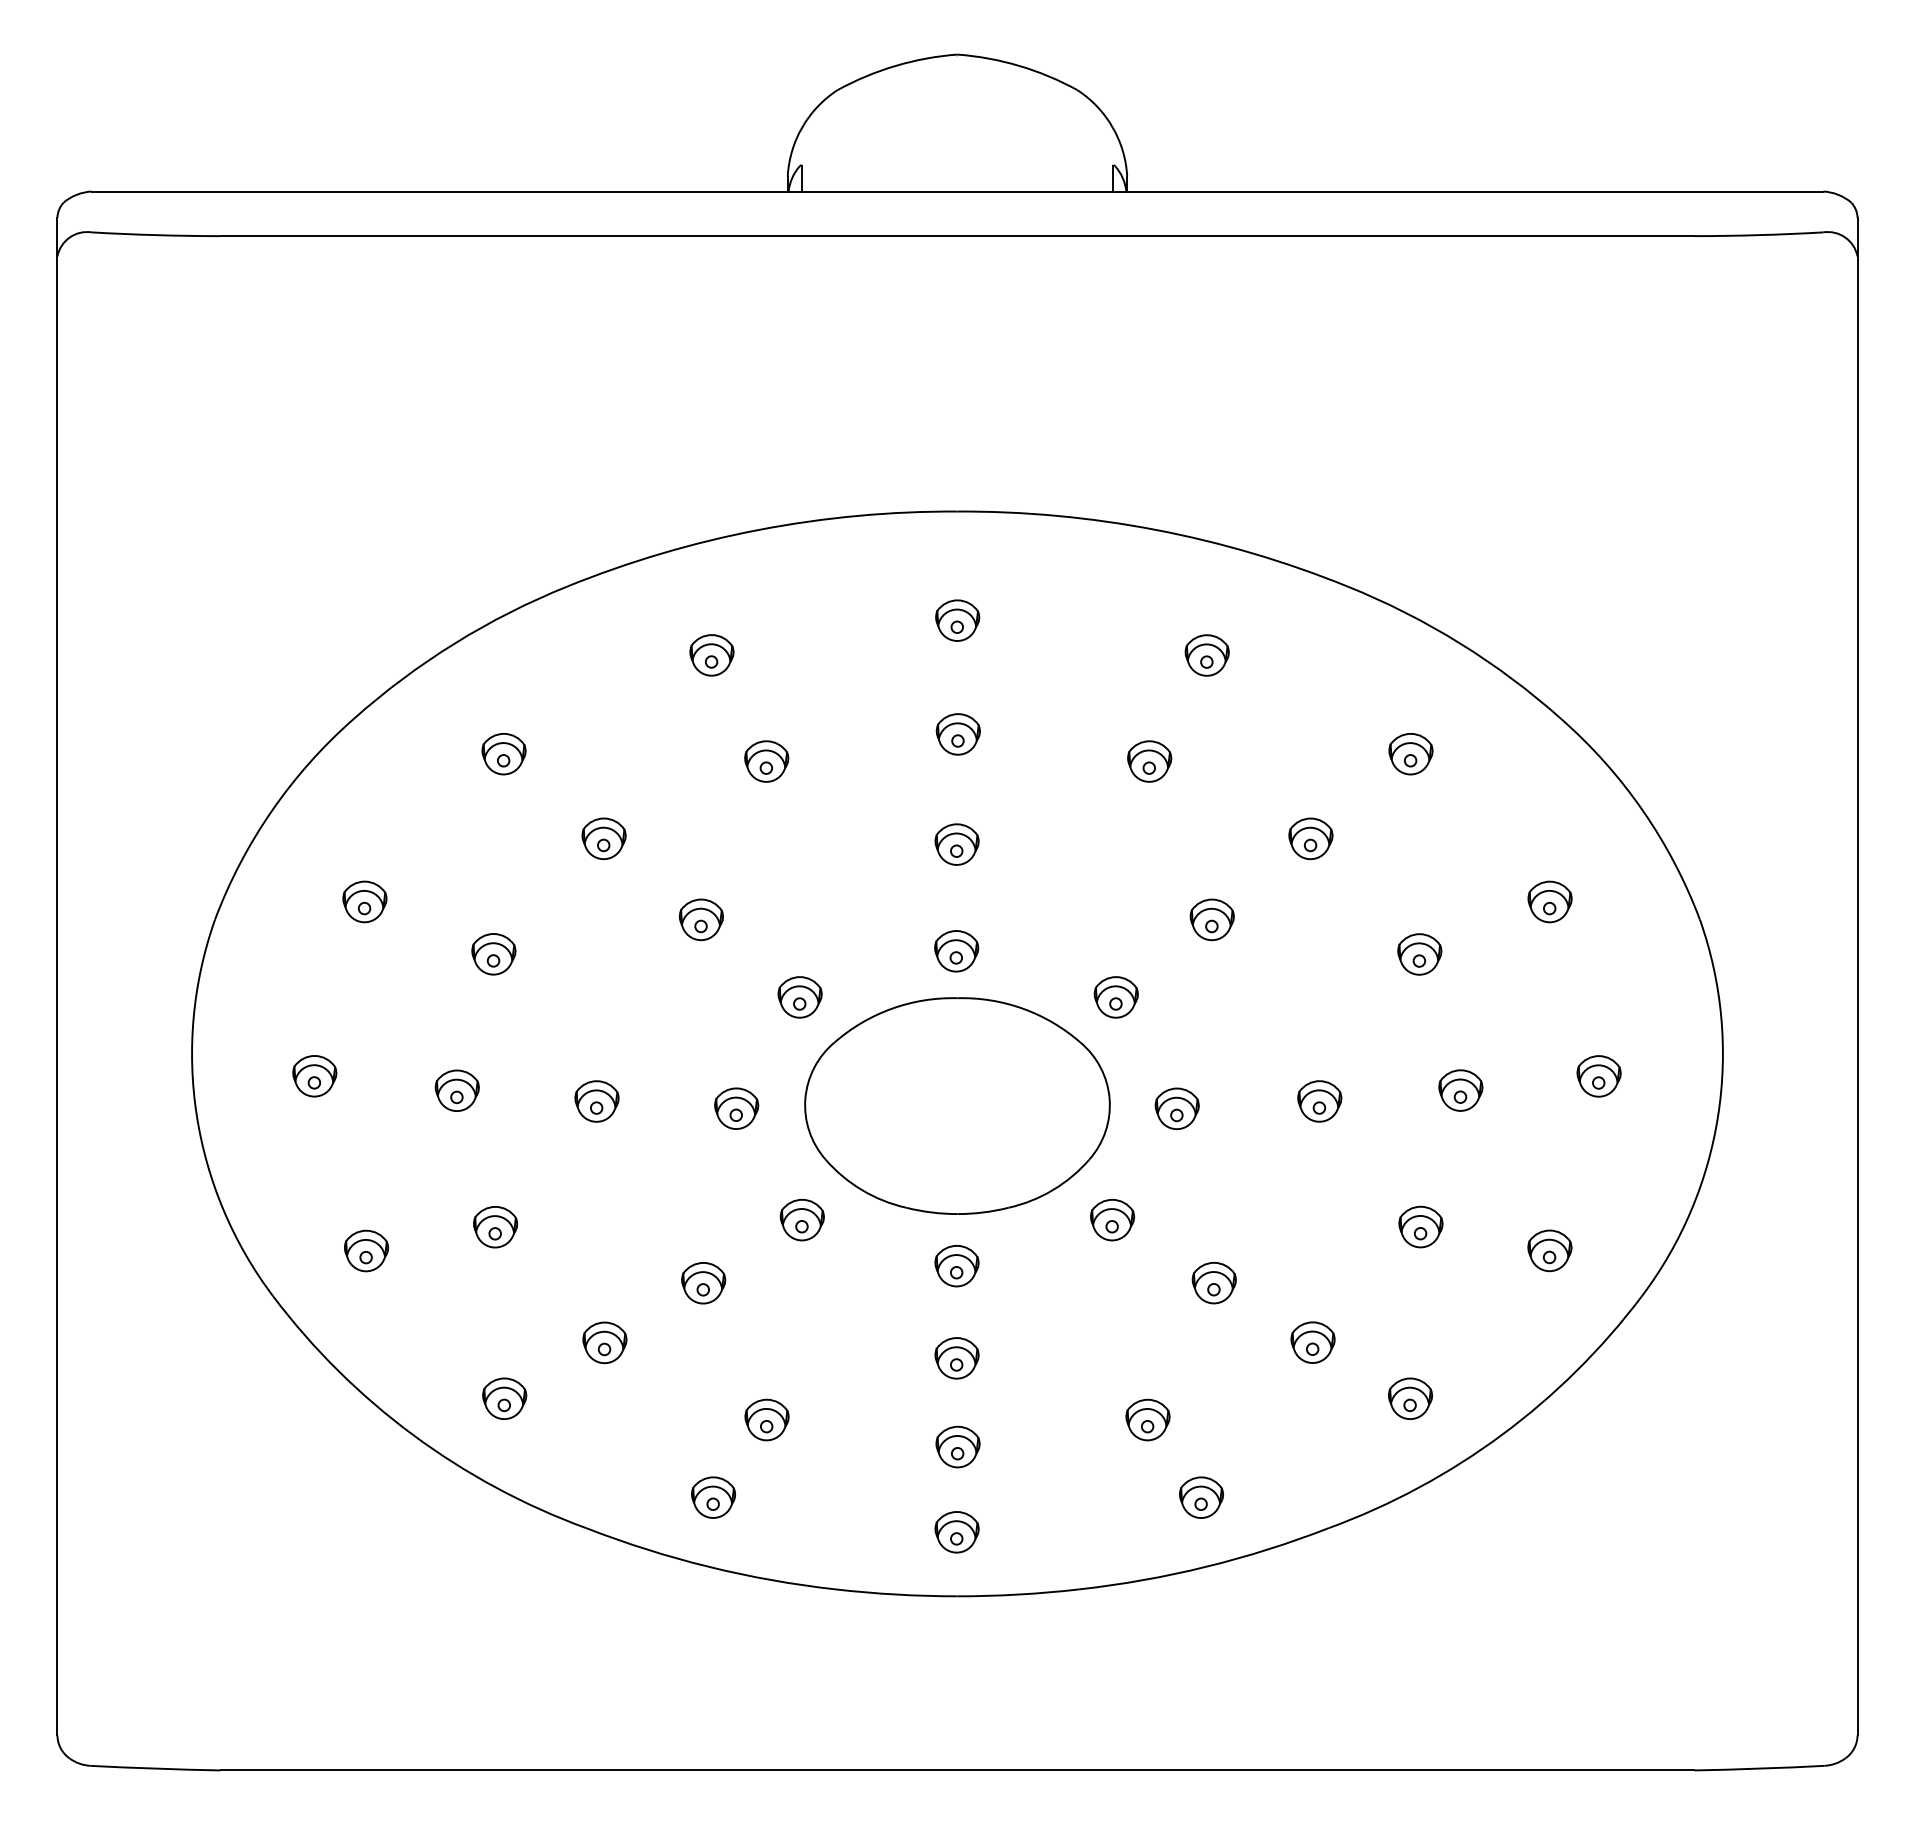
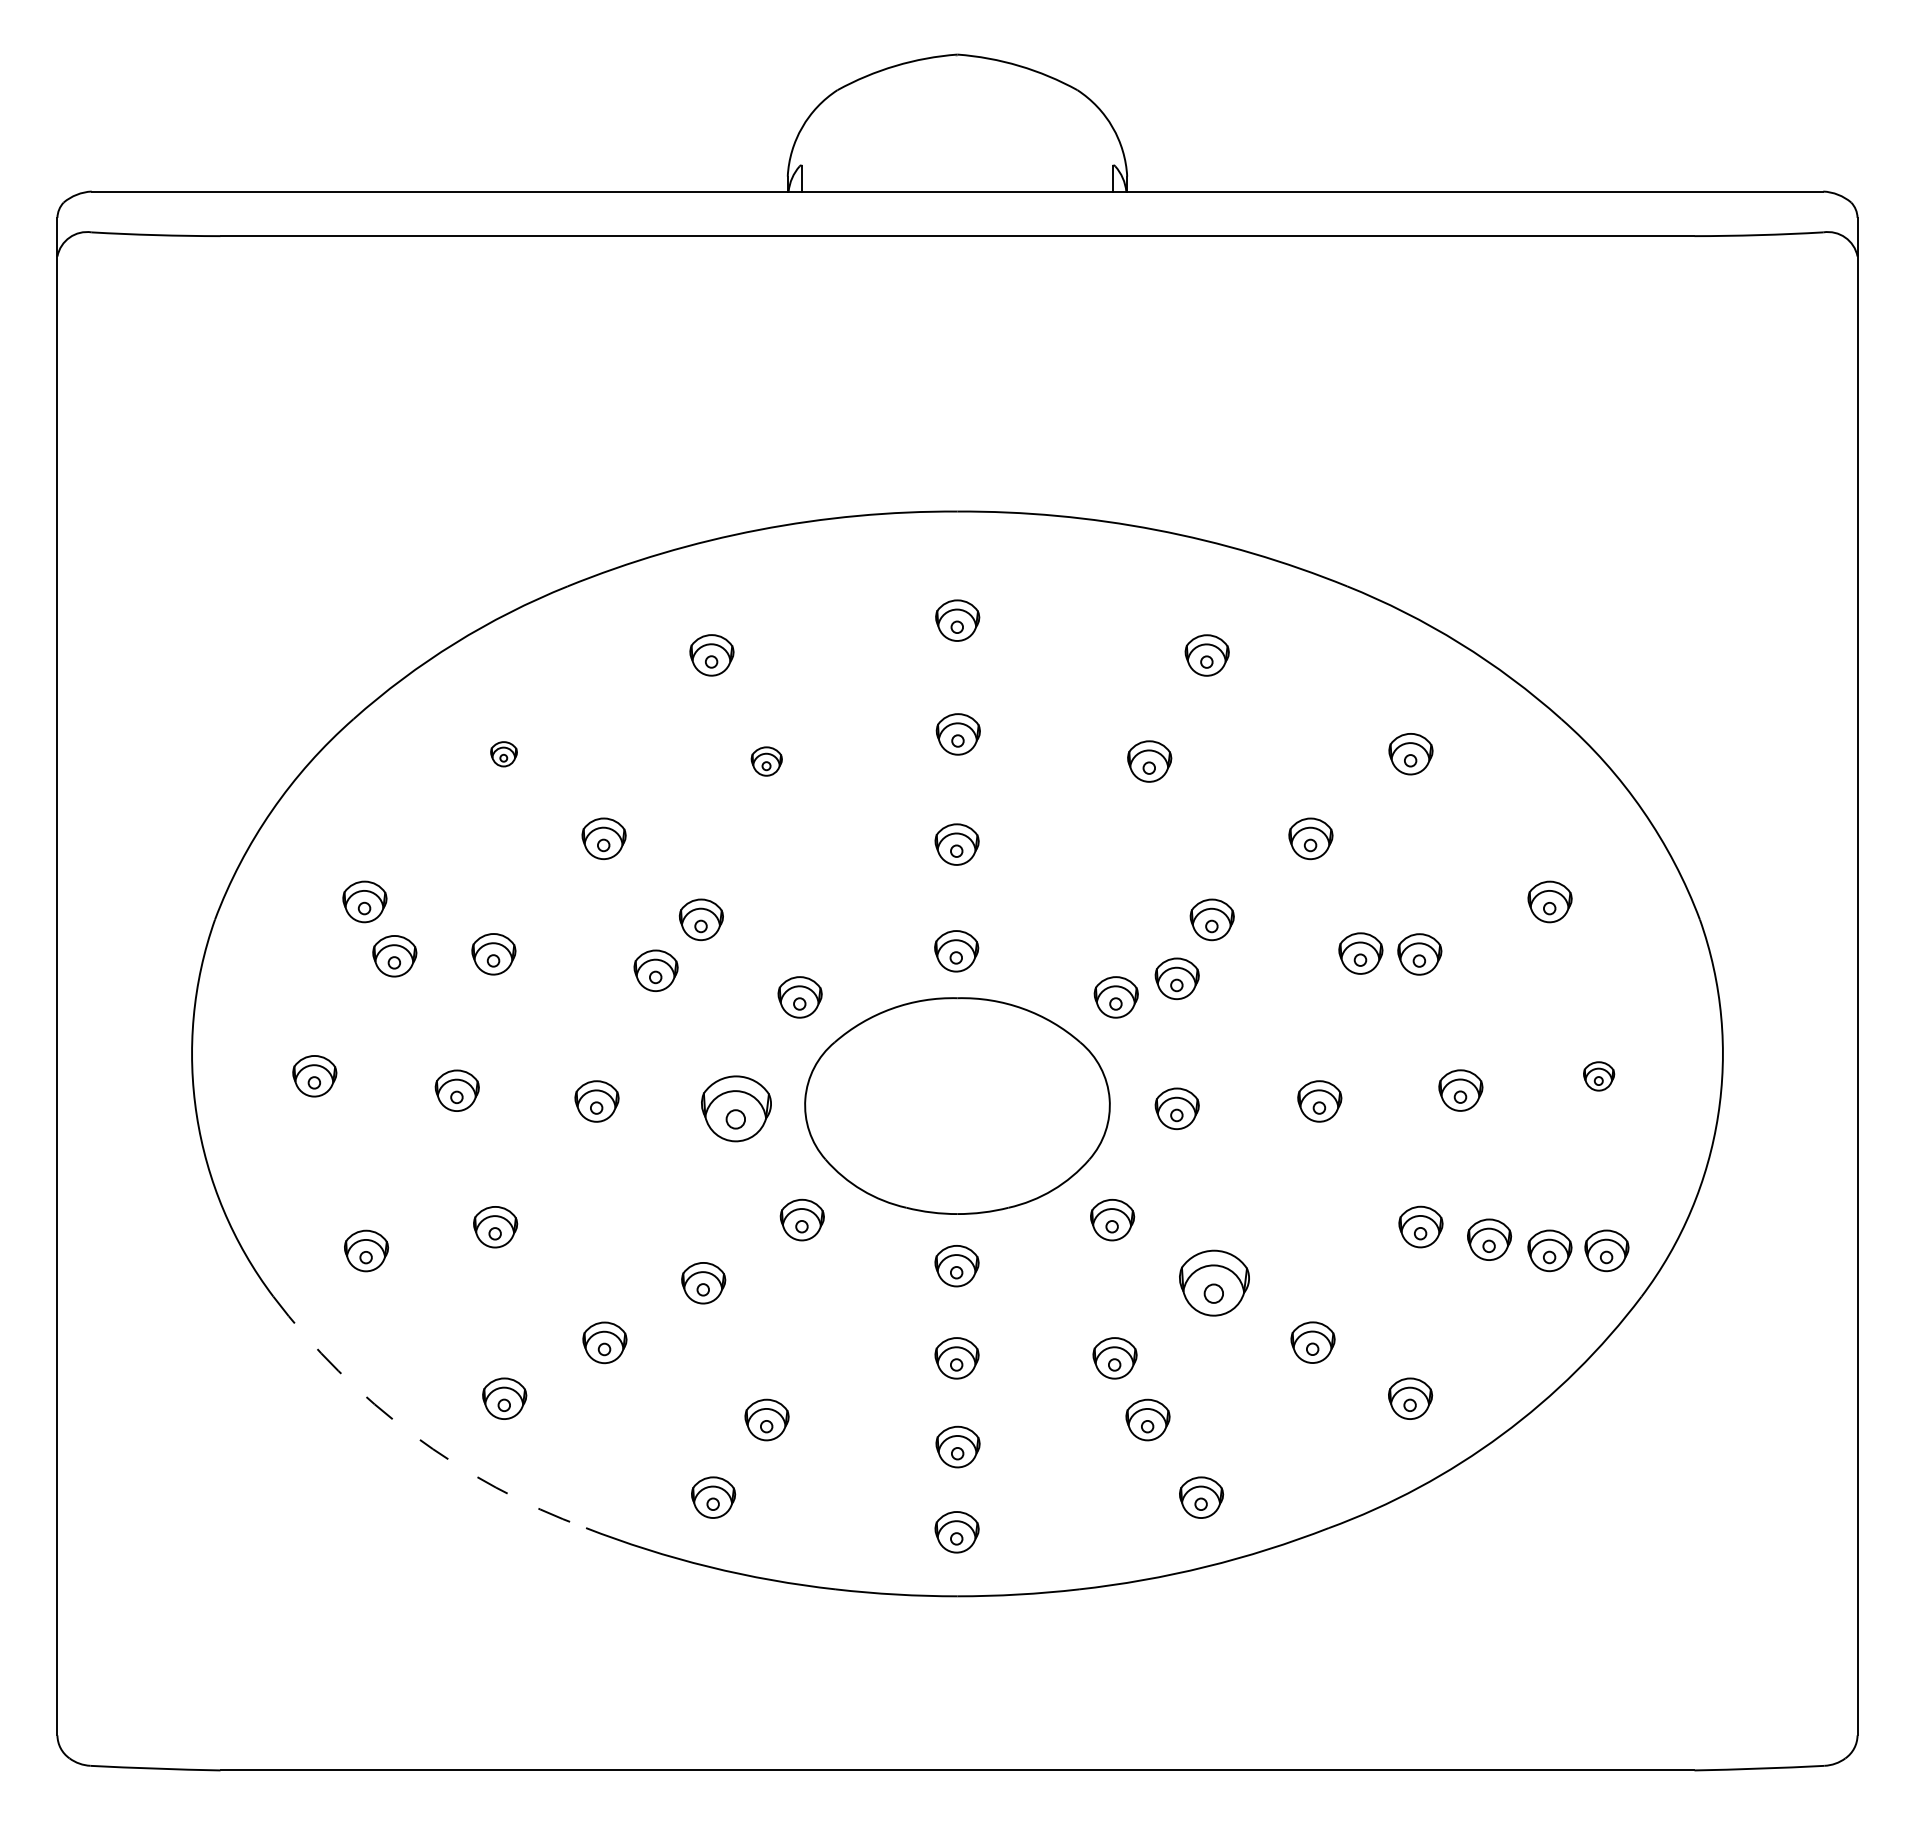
part at (503, 754) size: 46x43 px -> 28x27 px
part at (766, 761) size: 46x43 px -> 33x31 px
part at (1360, 953): none -> present
part at (394, 956): none -> present
part at (655, 970): none -> present
part at (1176, 978): none -> present
part at (1598, 1076) size: 46x43 px -> 33x31 px
part at (736, 1108) size: 46x43 px -> 71x68 px
part at (1489, 1239): none -> present
part at (1606, 1250): none -> present
part at (1213, 1282) size: 46x44 px -> 71x68 px
part at (1114, 1358): none -> present
arc at (413, 1434): solid -> dashed
